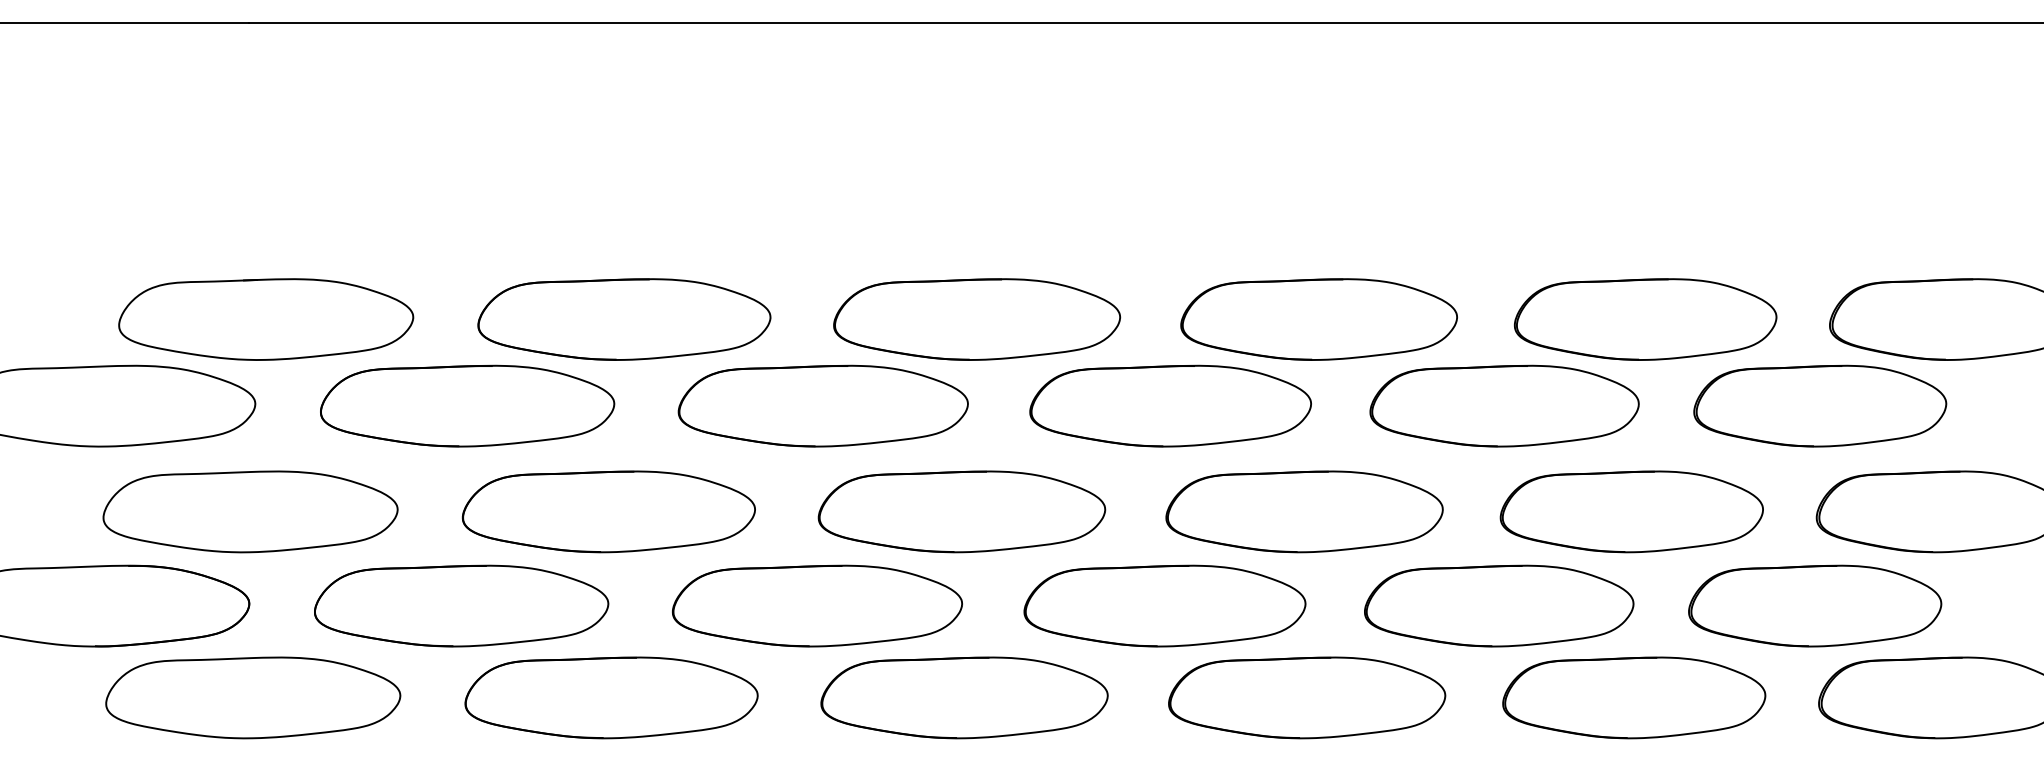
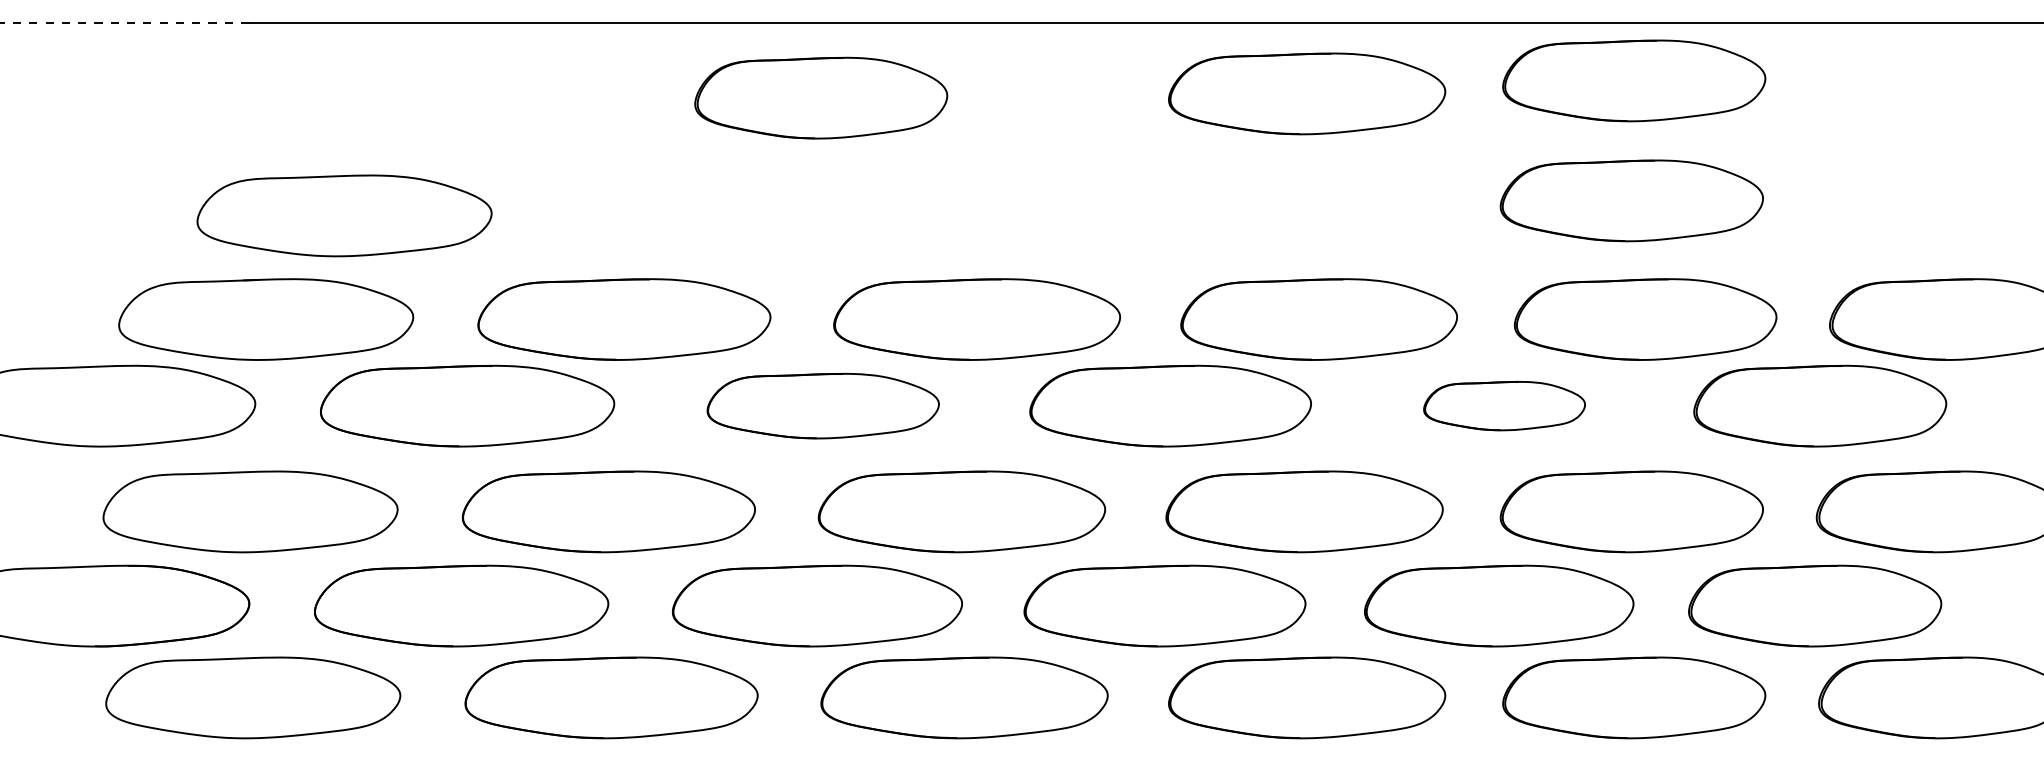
line at (125, 22): solid -> dashed
part at (1634, 80): none -> present
part at (1307, 93): none -> present
part at (821, 97): none -> present
part at (1631, 200): none -> present
part at (344, 215): none -> present
part at (822, 405) size: 292x84 px -> 234x68 px
part at (1504, 405) size: 271x84 px -> 163x51 px
